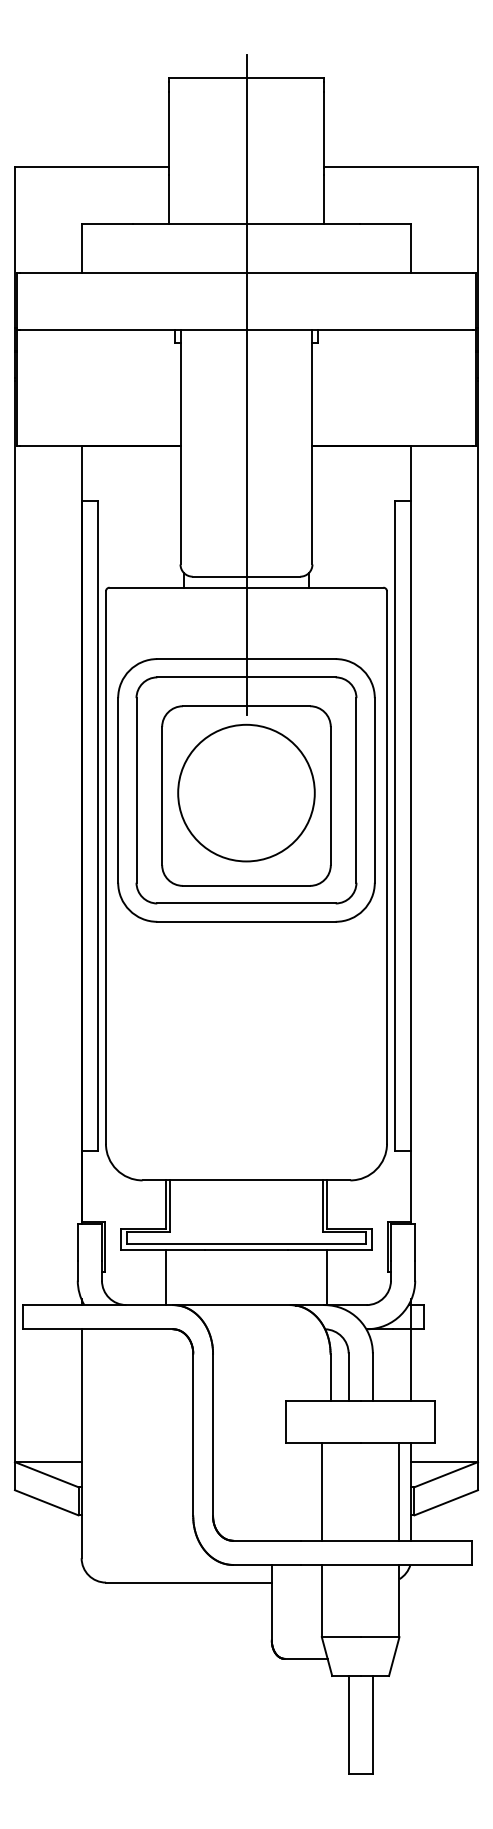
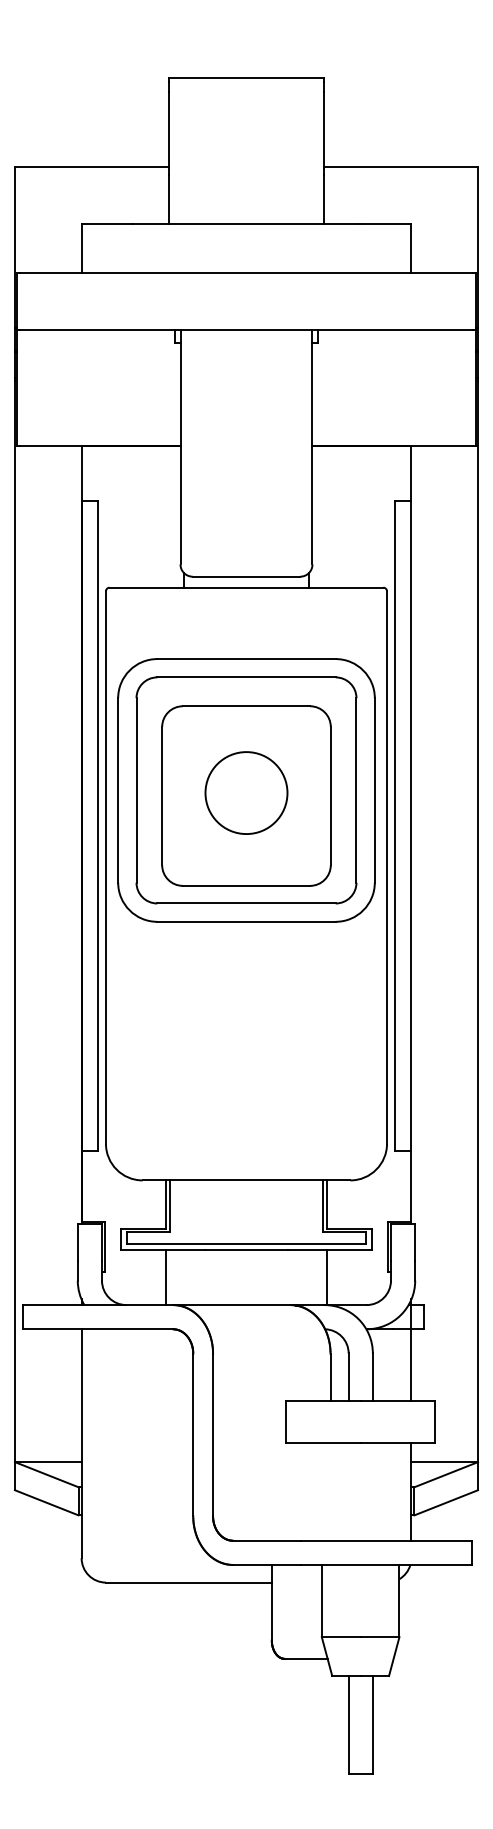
line at (246, 384): present -> none
circle at (246, 792) size: 139x140 px -> 85x84 px
line at (321, 1491): present -> none
line at (399, 1491): present -> none
